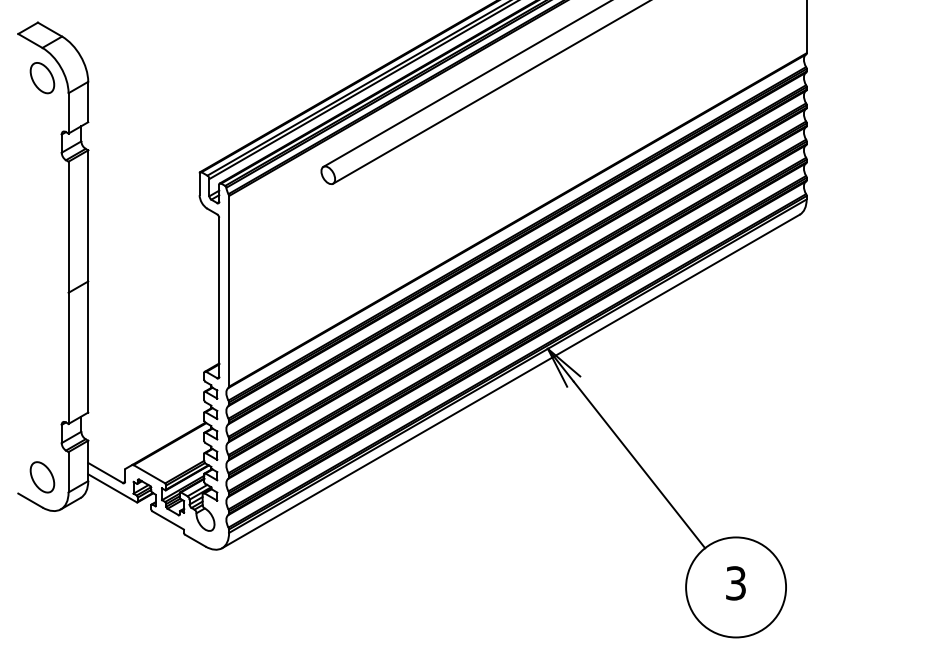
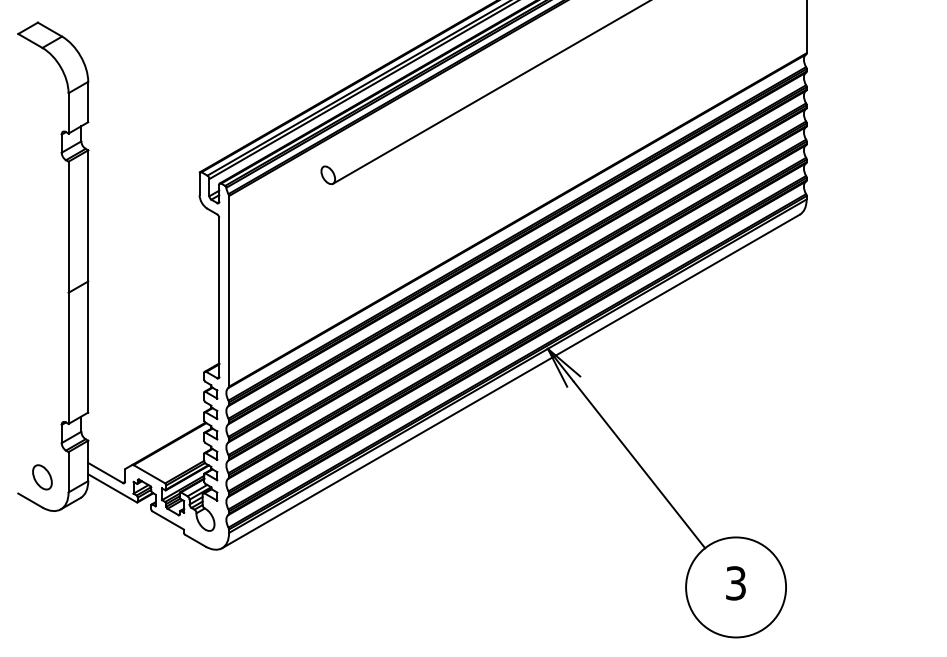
part at (42, 78): present -> none
line at (465, 84): present -> none
part at (42, 477) size: 27x33 px -> 21x27 px
